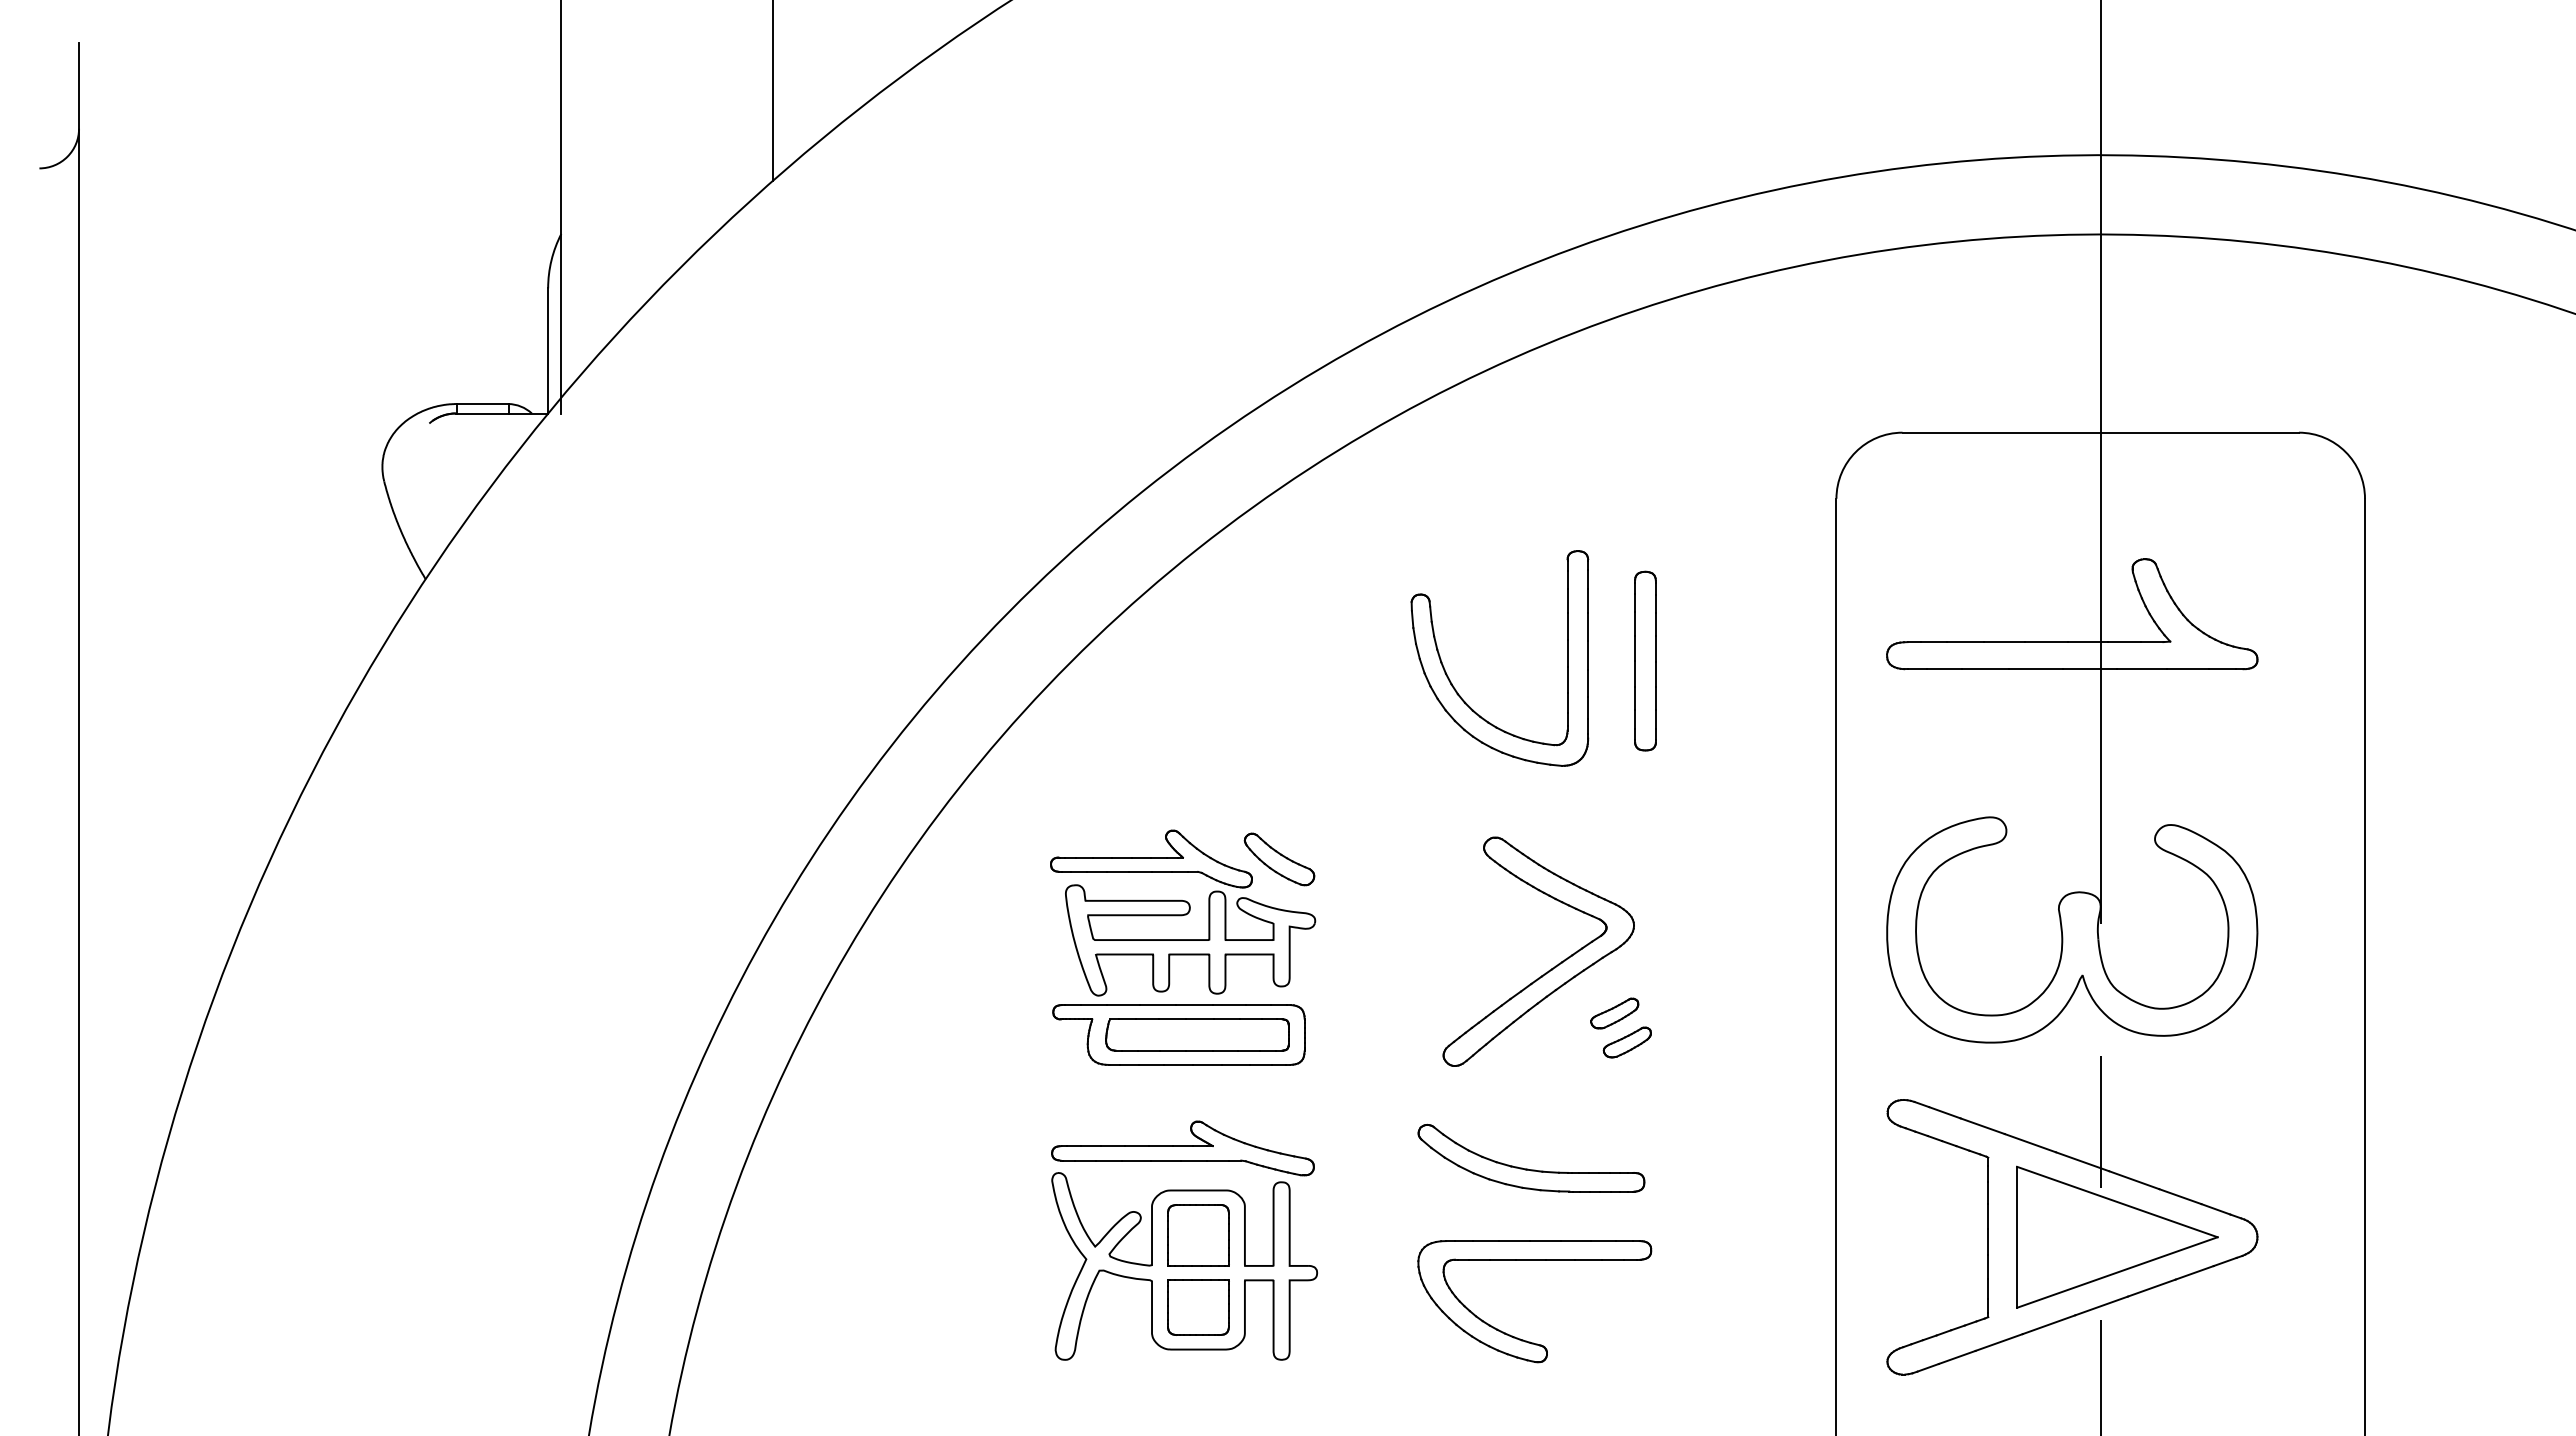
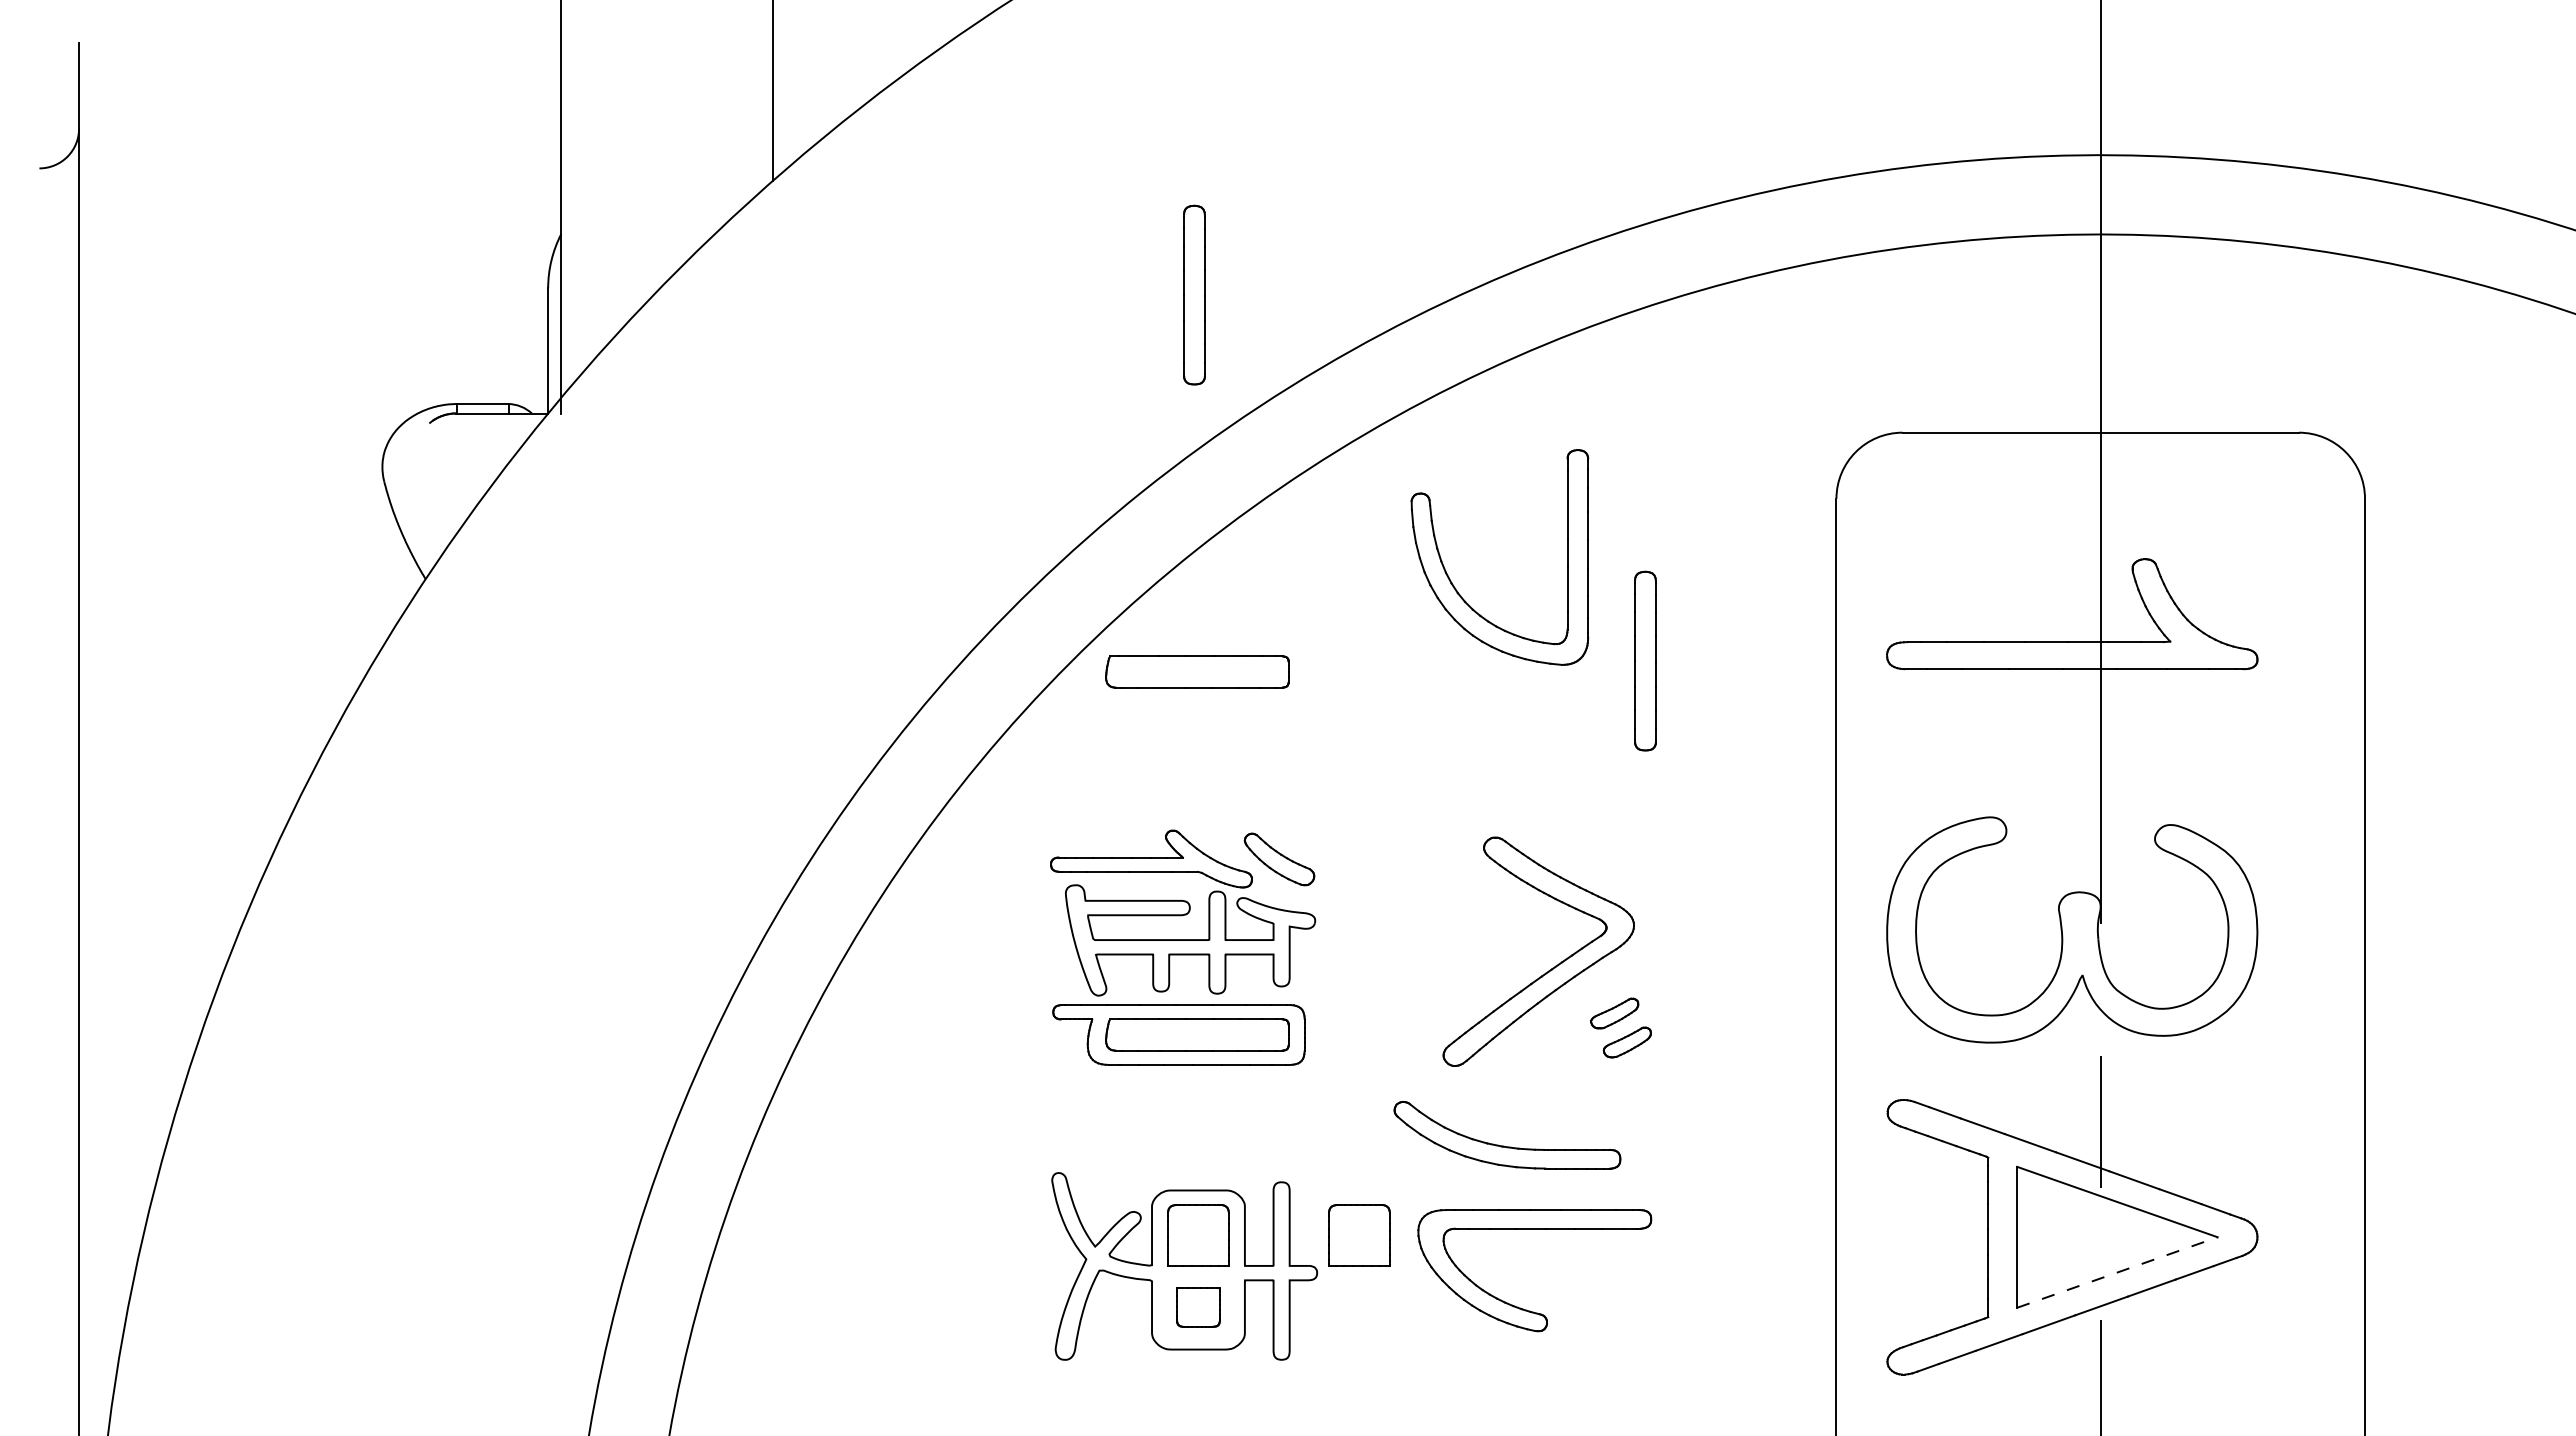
part at (1194, 294): none -> present
part at (1197, 671): none -> present
part at (1454, 686) position: (1454, 686) -> (1454, 585)
part at (1182, 1148): present -> none
part at (1527, 1168) position: (1527, 1168) -> (1503, 1145)
part at (1359, 1235): none -> present
line at (2117, 1272): solid -> dashed
part at (1198, 1307) size: 63x57 px -> 45x41 px
part at (1520, 1338) position: (1520, 1338) -> (1520, 1307)
